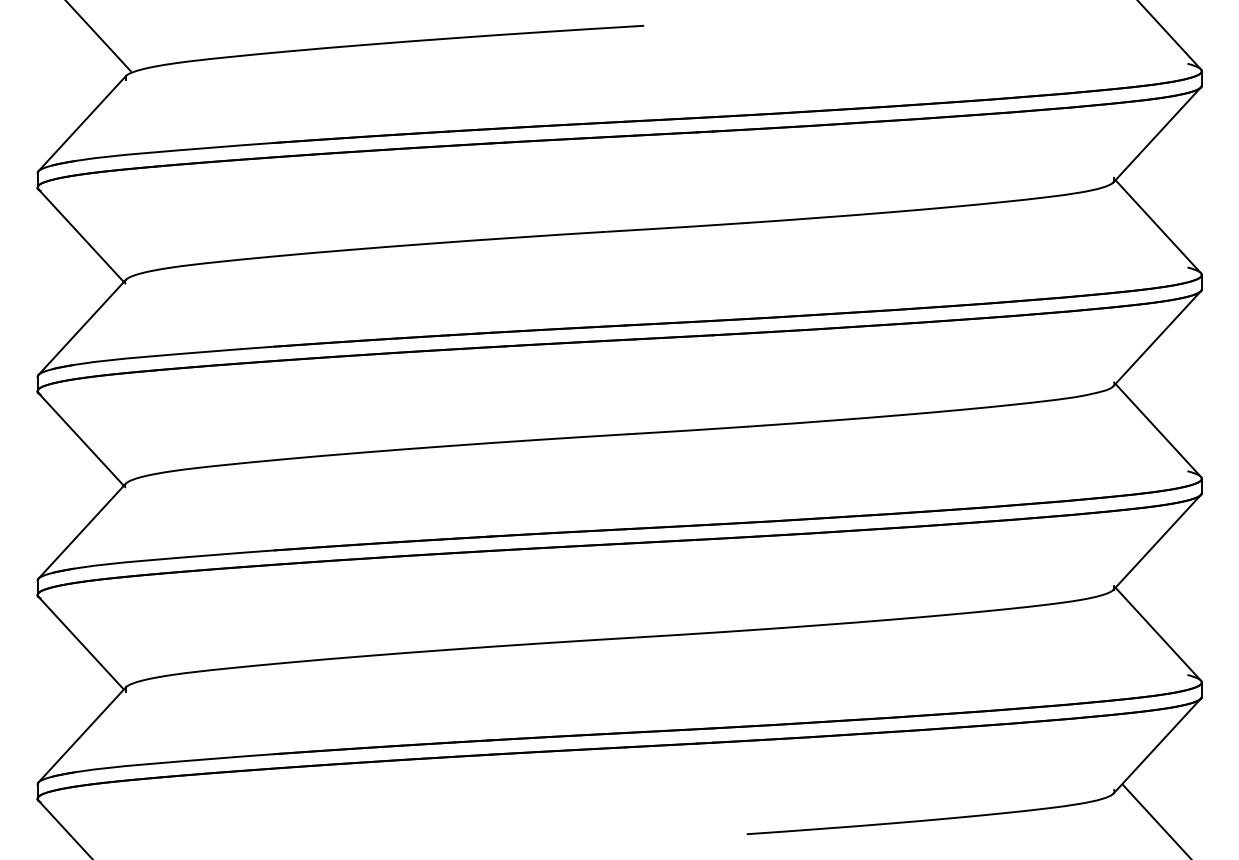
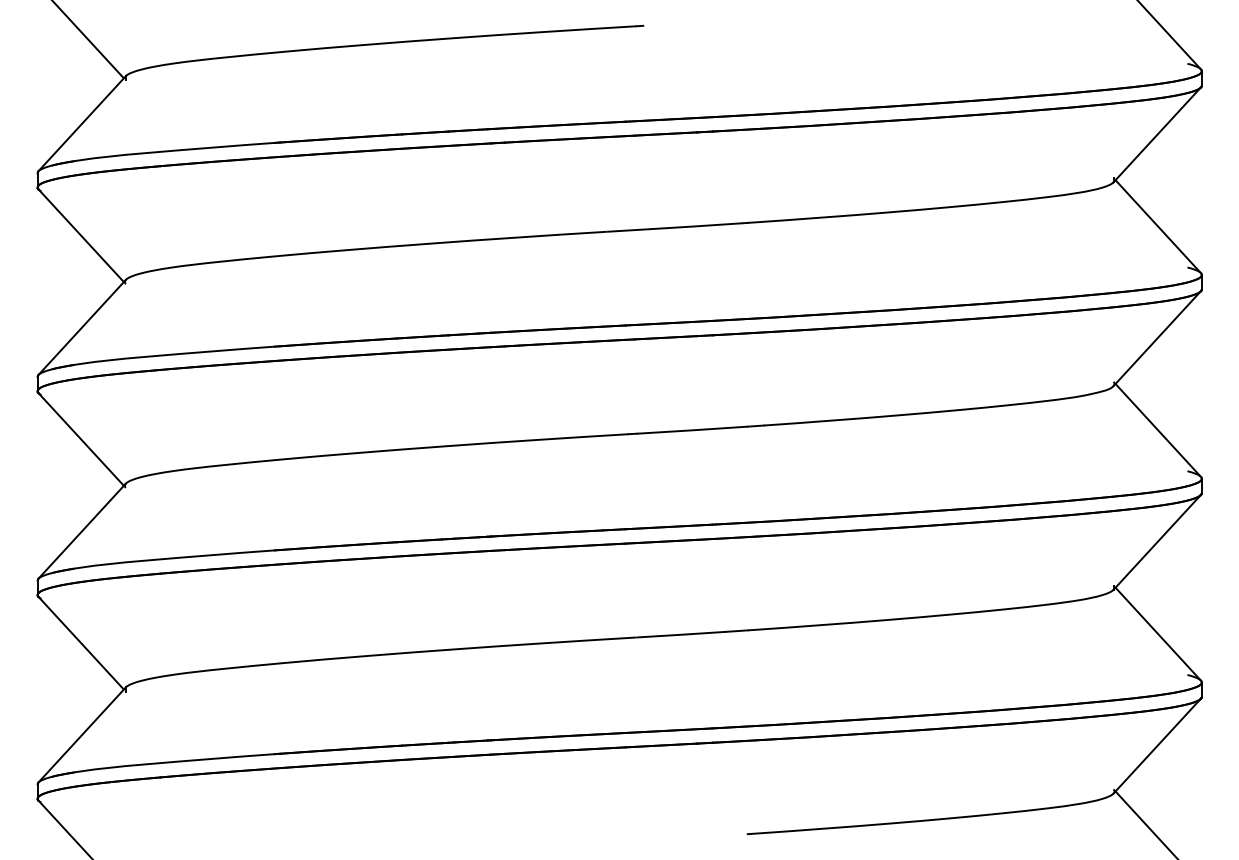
line at (98, 36) position: (98, 36) -> (88, 40)
line at (1155, 820) position: (1155, 820) -> (1145, 823)
